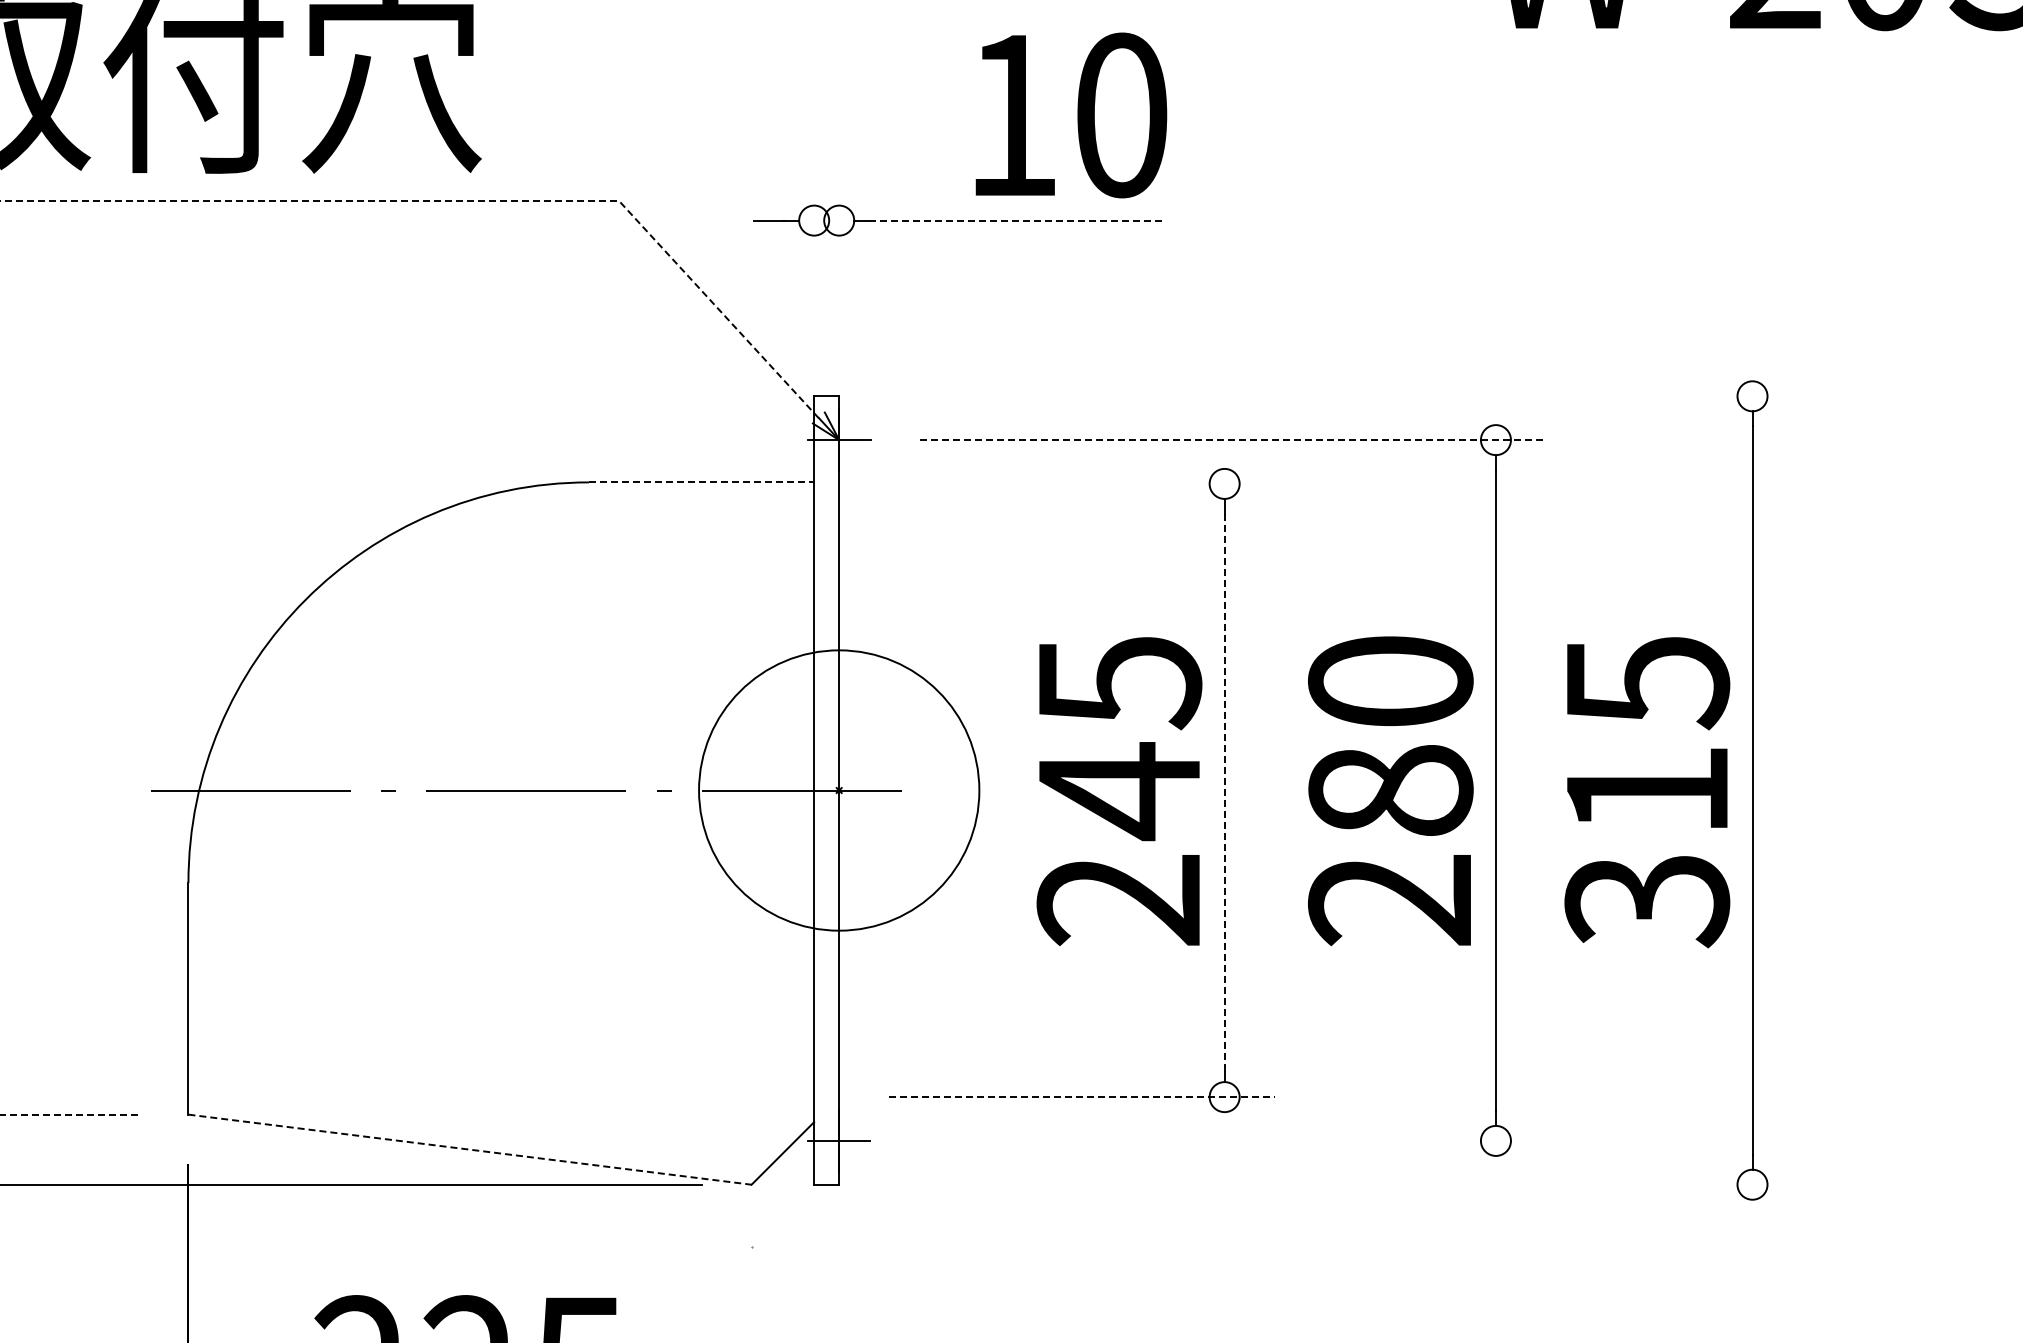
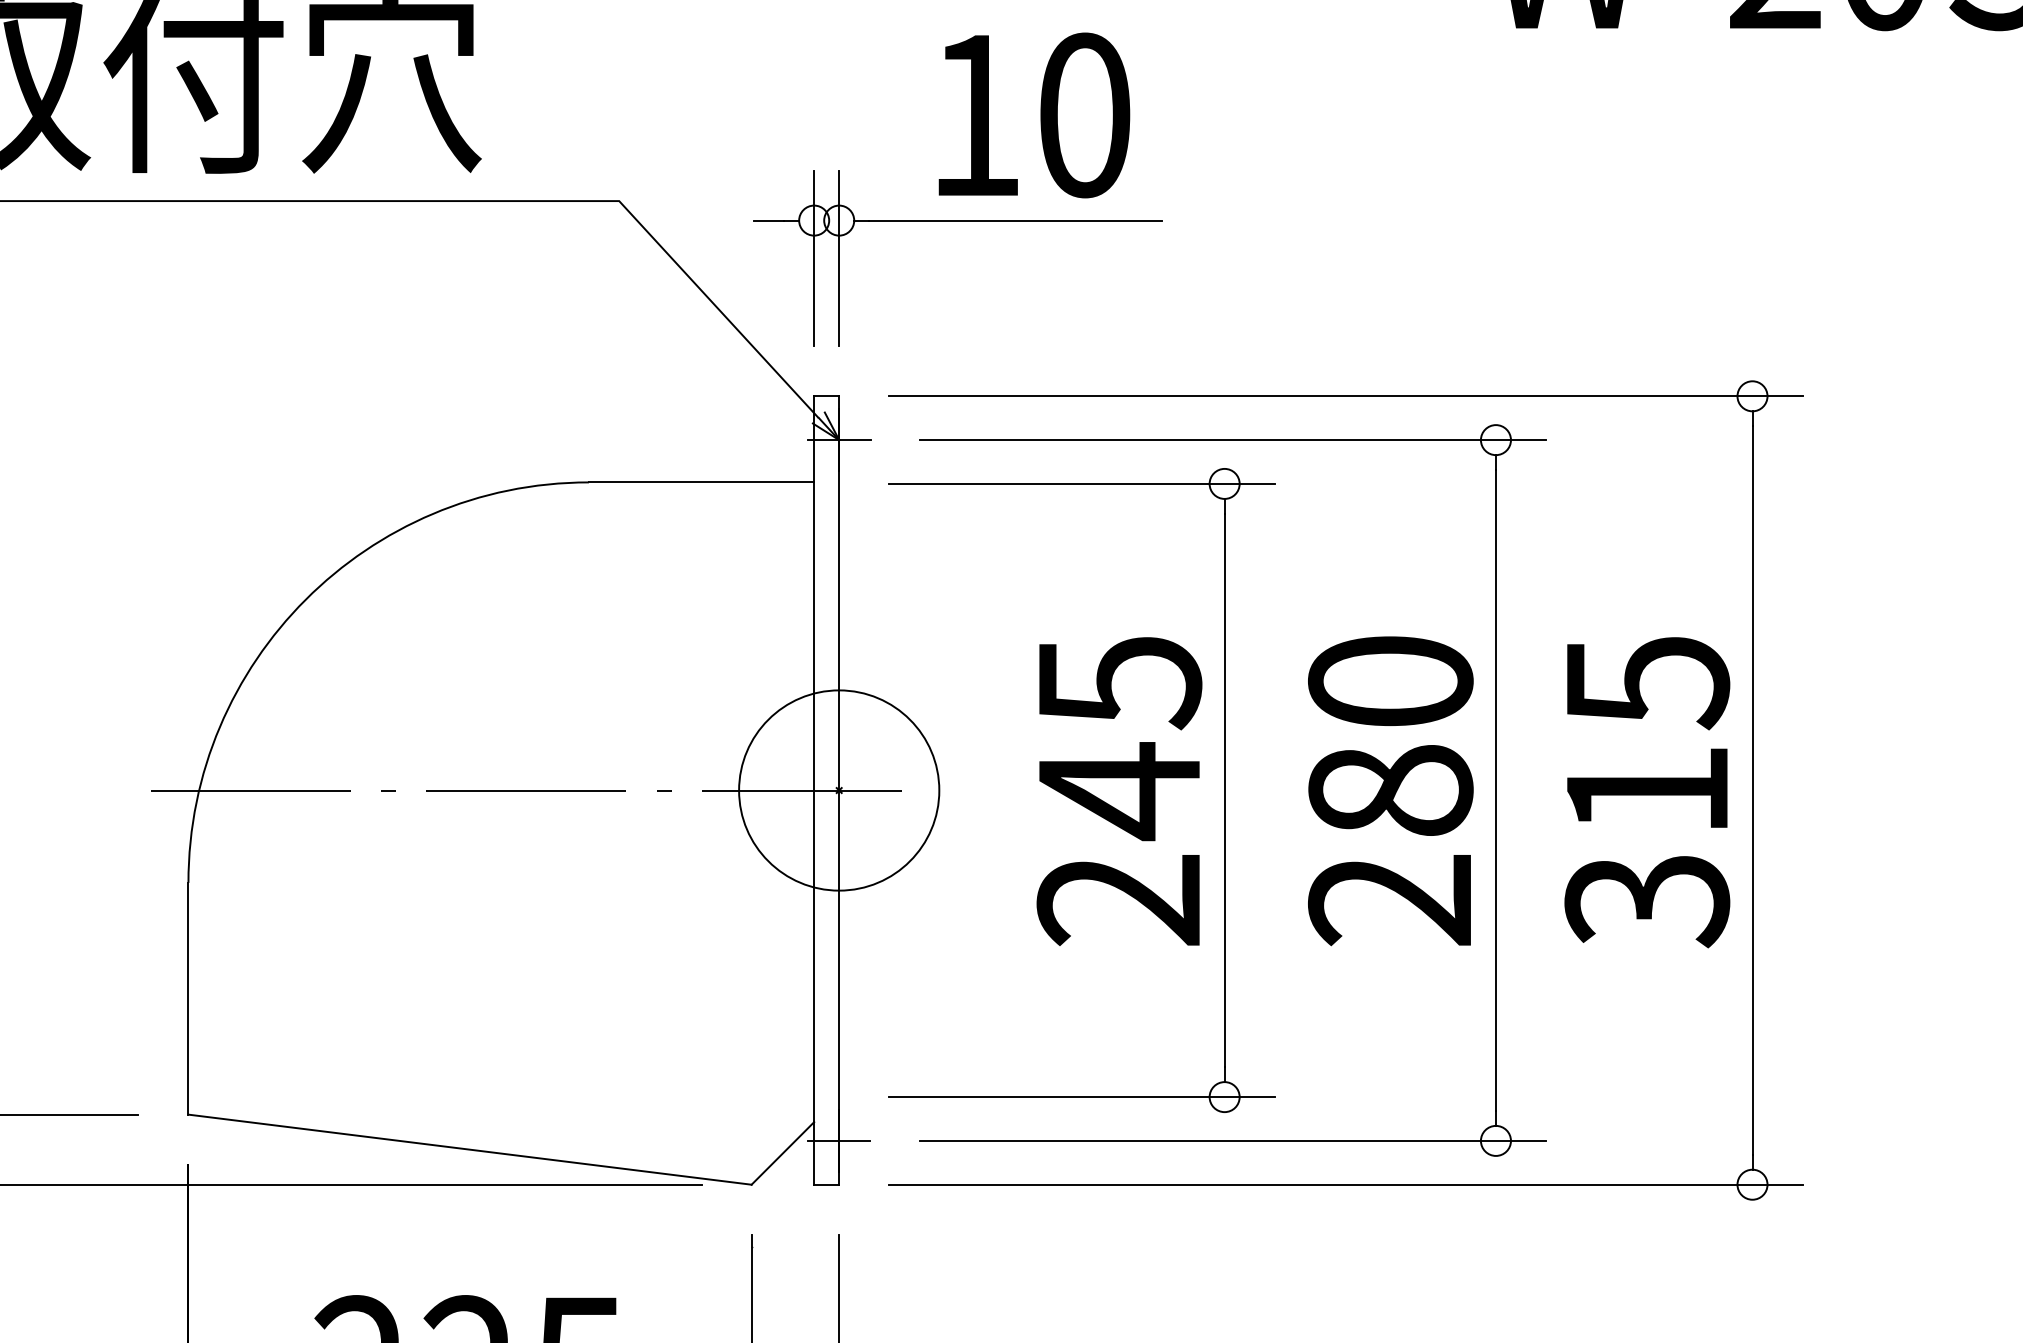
text at (1071, 115) position: (1071, 115) -> (1034, 115)
line at (457, 201): dashed -> solid
line at (1016, 220): dashed -> solid
line at (814, 258): none -> present
line at (839, 258): none -> present
line at (1345, 396): none -> present
line at (1233, 440): dashed -> solid
line at (701, 482): dashed -> solid
line at (1081, 483): none -> present
circle at (839, 790) diameter: 280 px -> 200 px
line at (1224, 790): dashed -> solid
line at (1081, 1097): dashed -> solid
line at (69, 1114): dashed -> solid
line at (1233, 1140): none -> present
line at (470, 1149): dashed -> solid
line at (1345, 1184): none -> present
line at (751, 1286): none -> present
line at (839, 1286): none -> present
